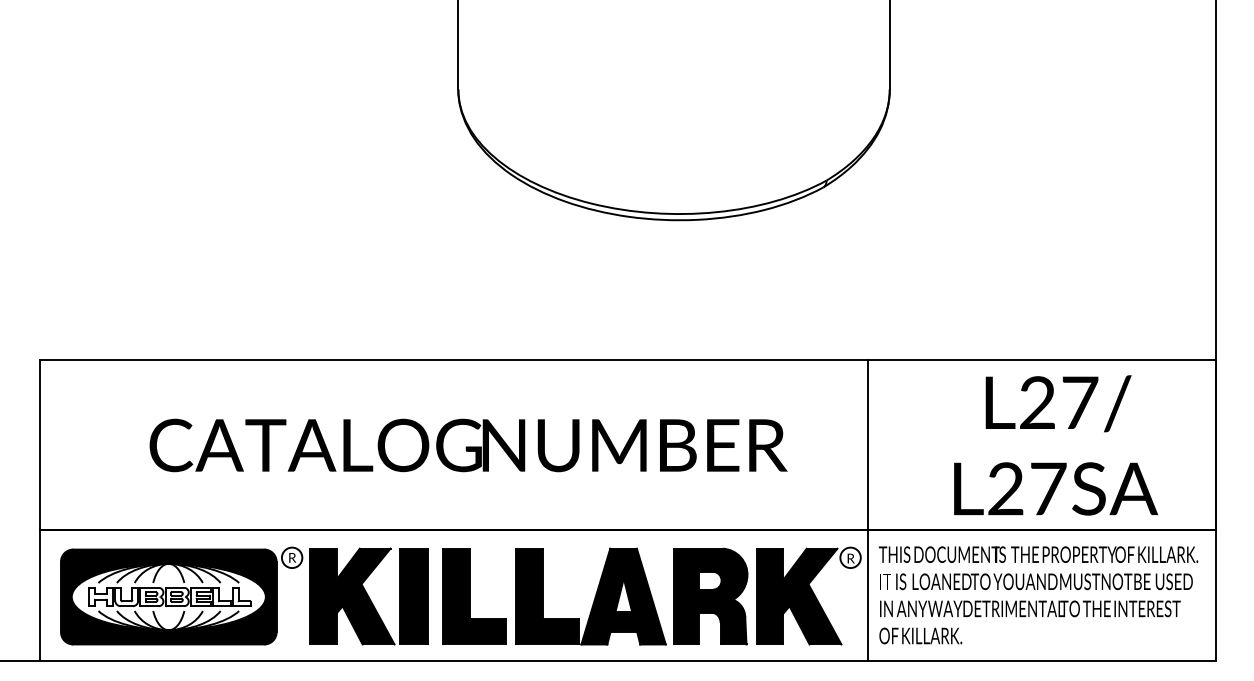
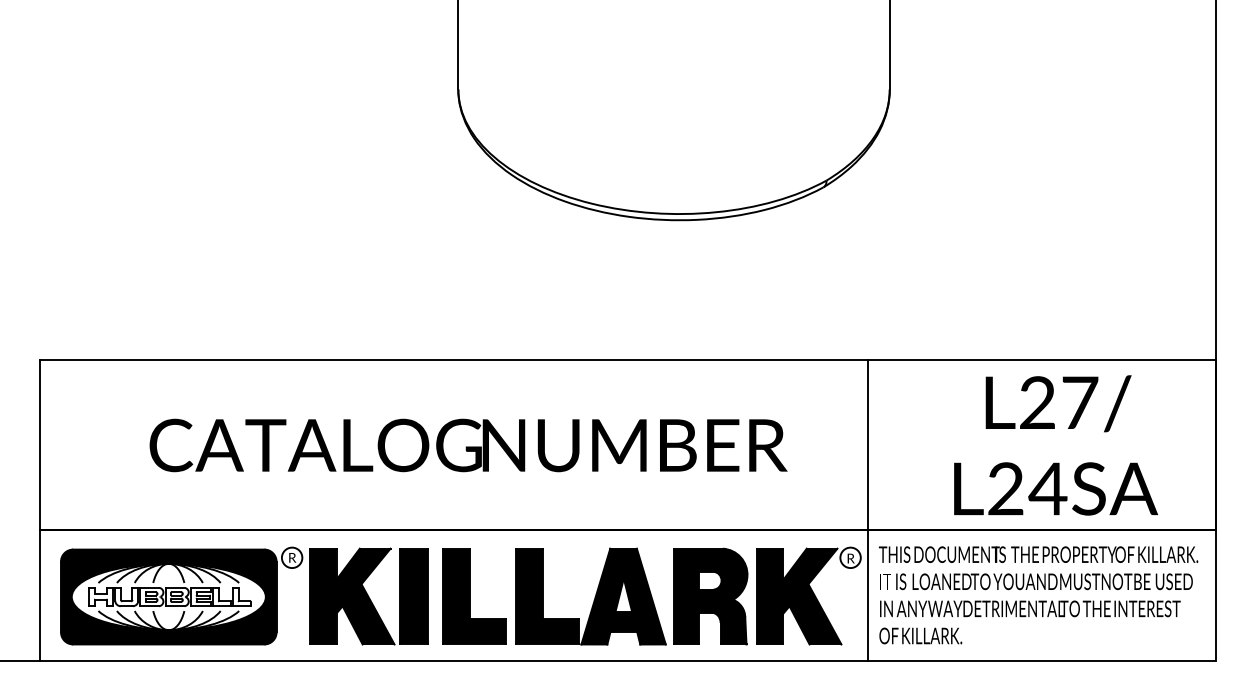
text at (1047, 488): L27SA -> L24SA
